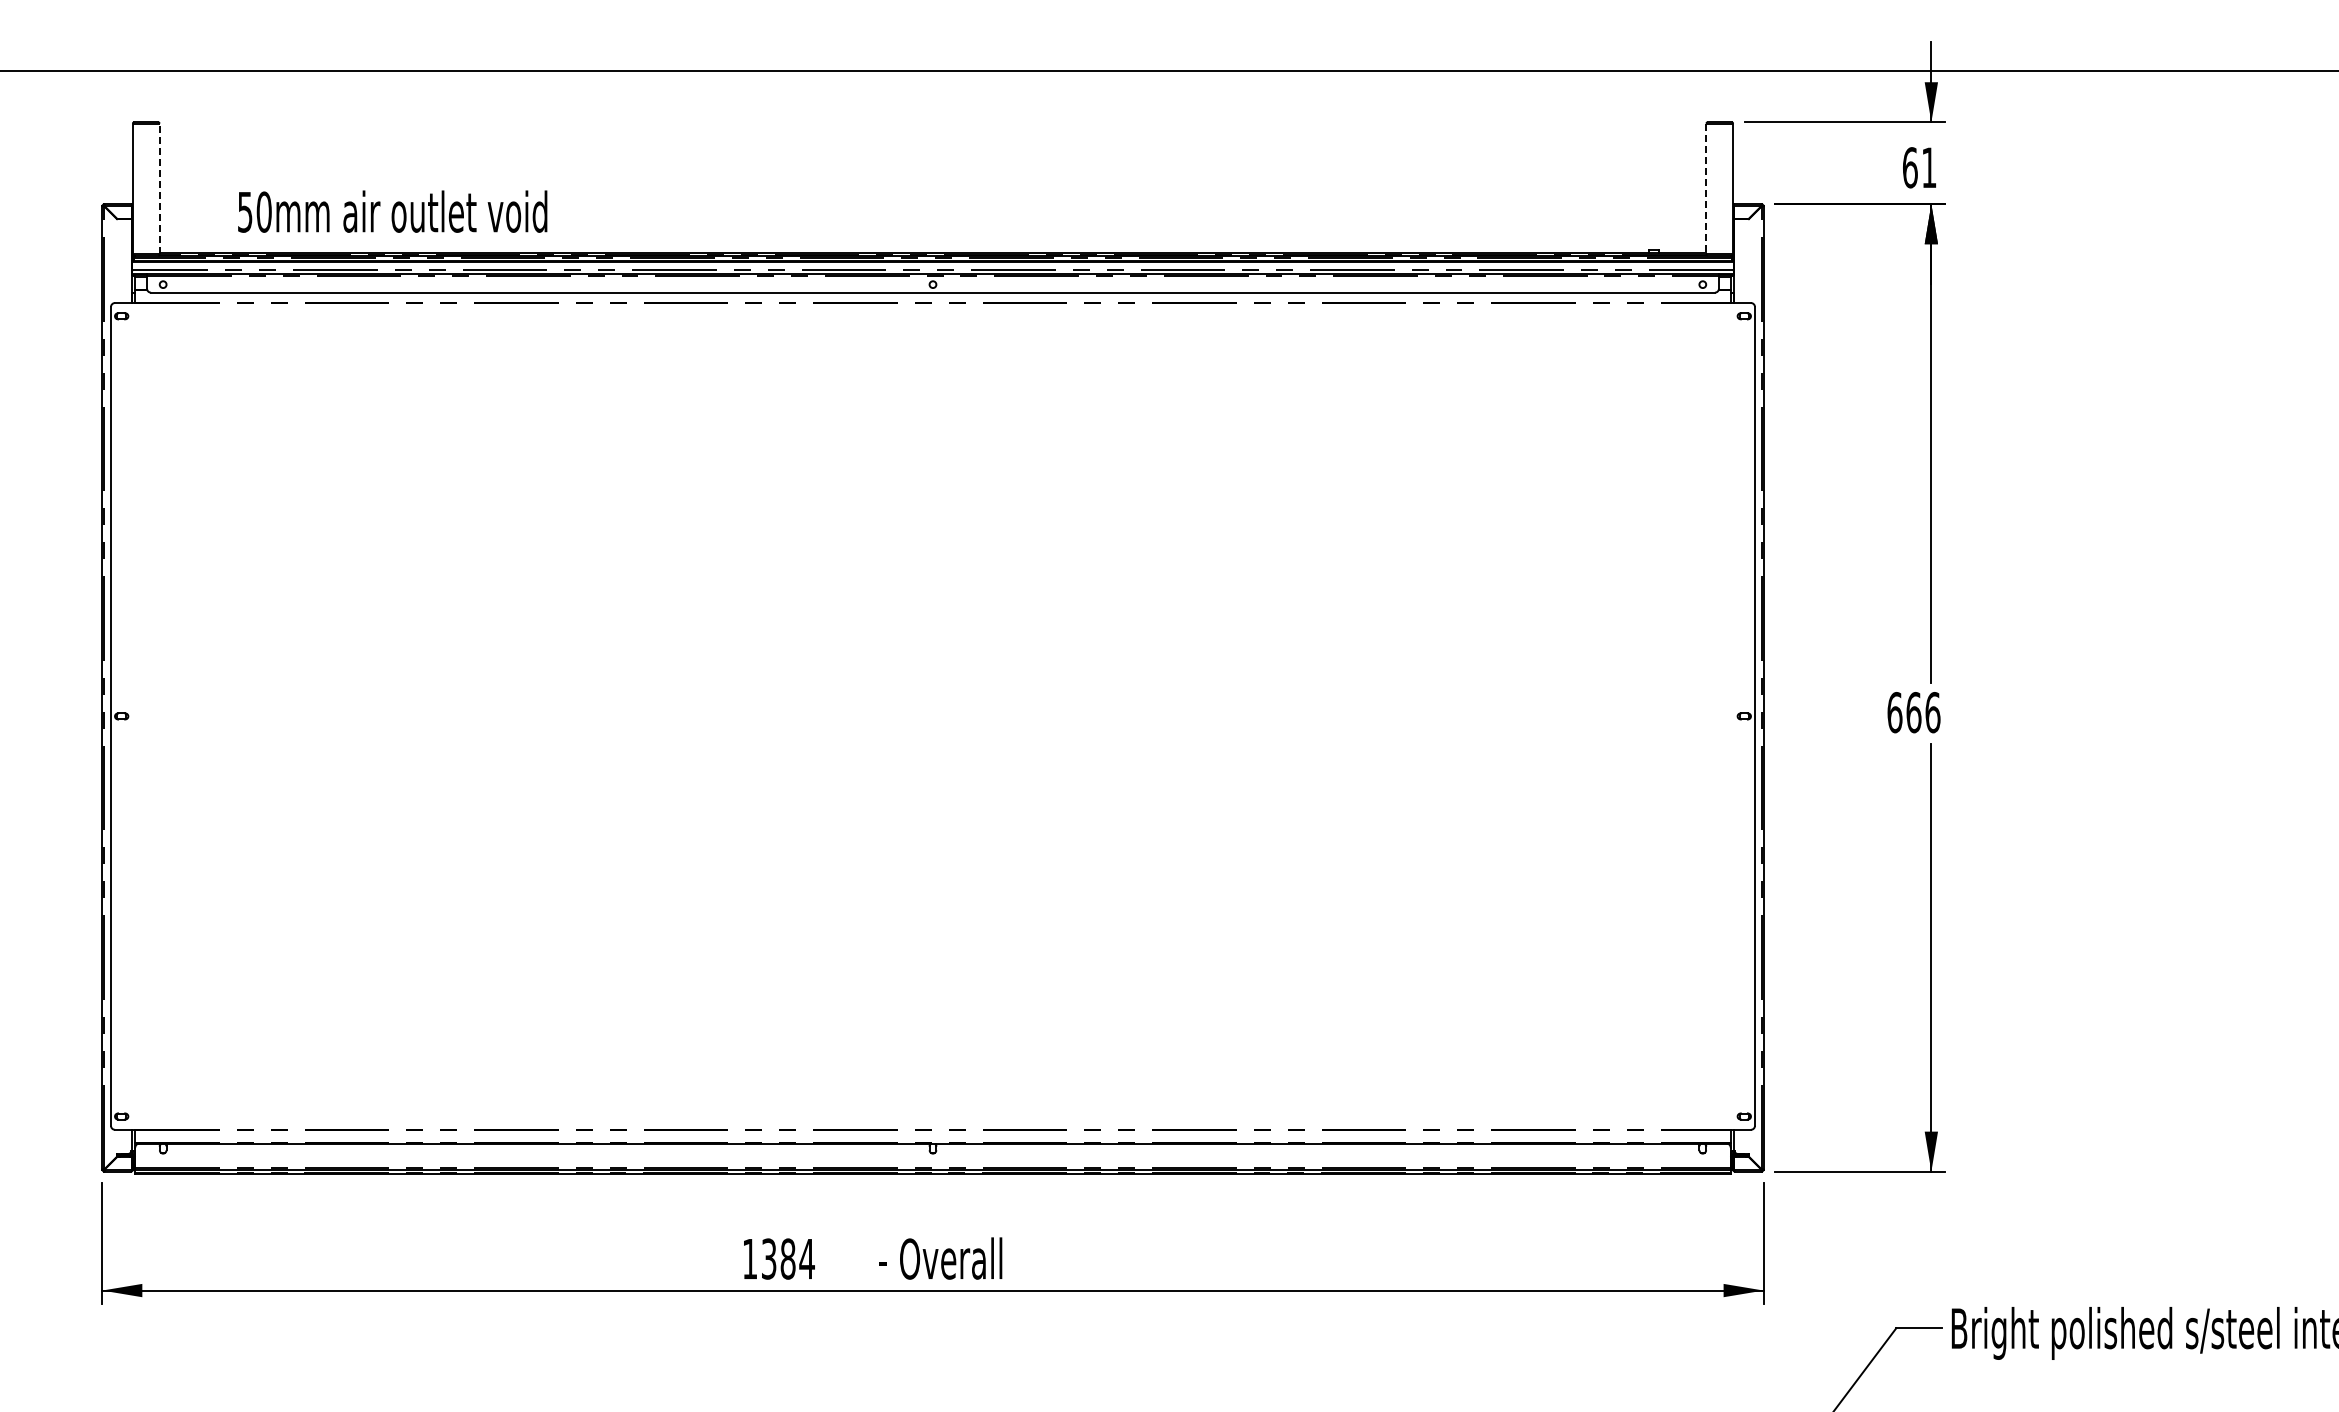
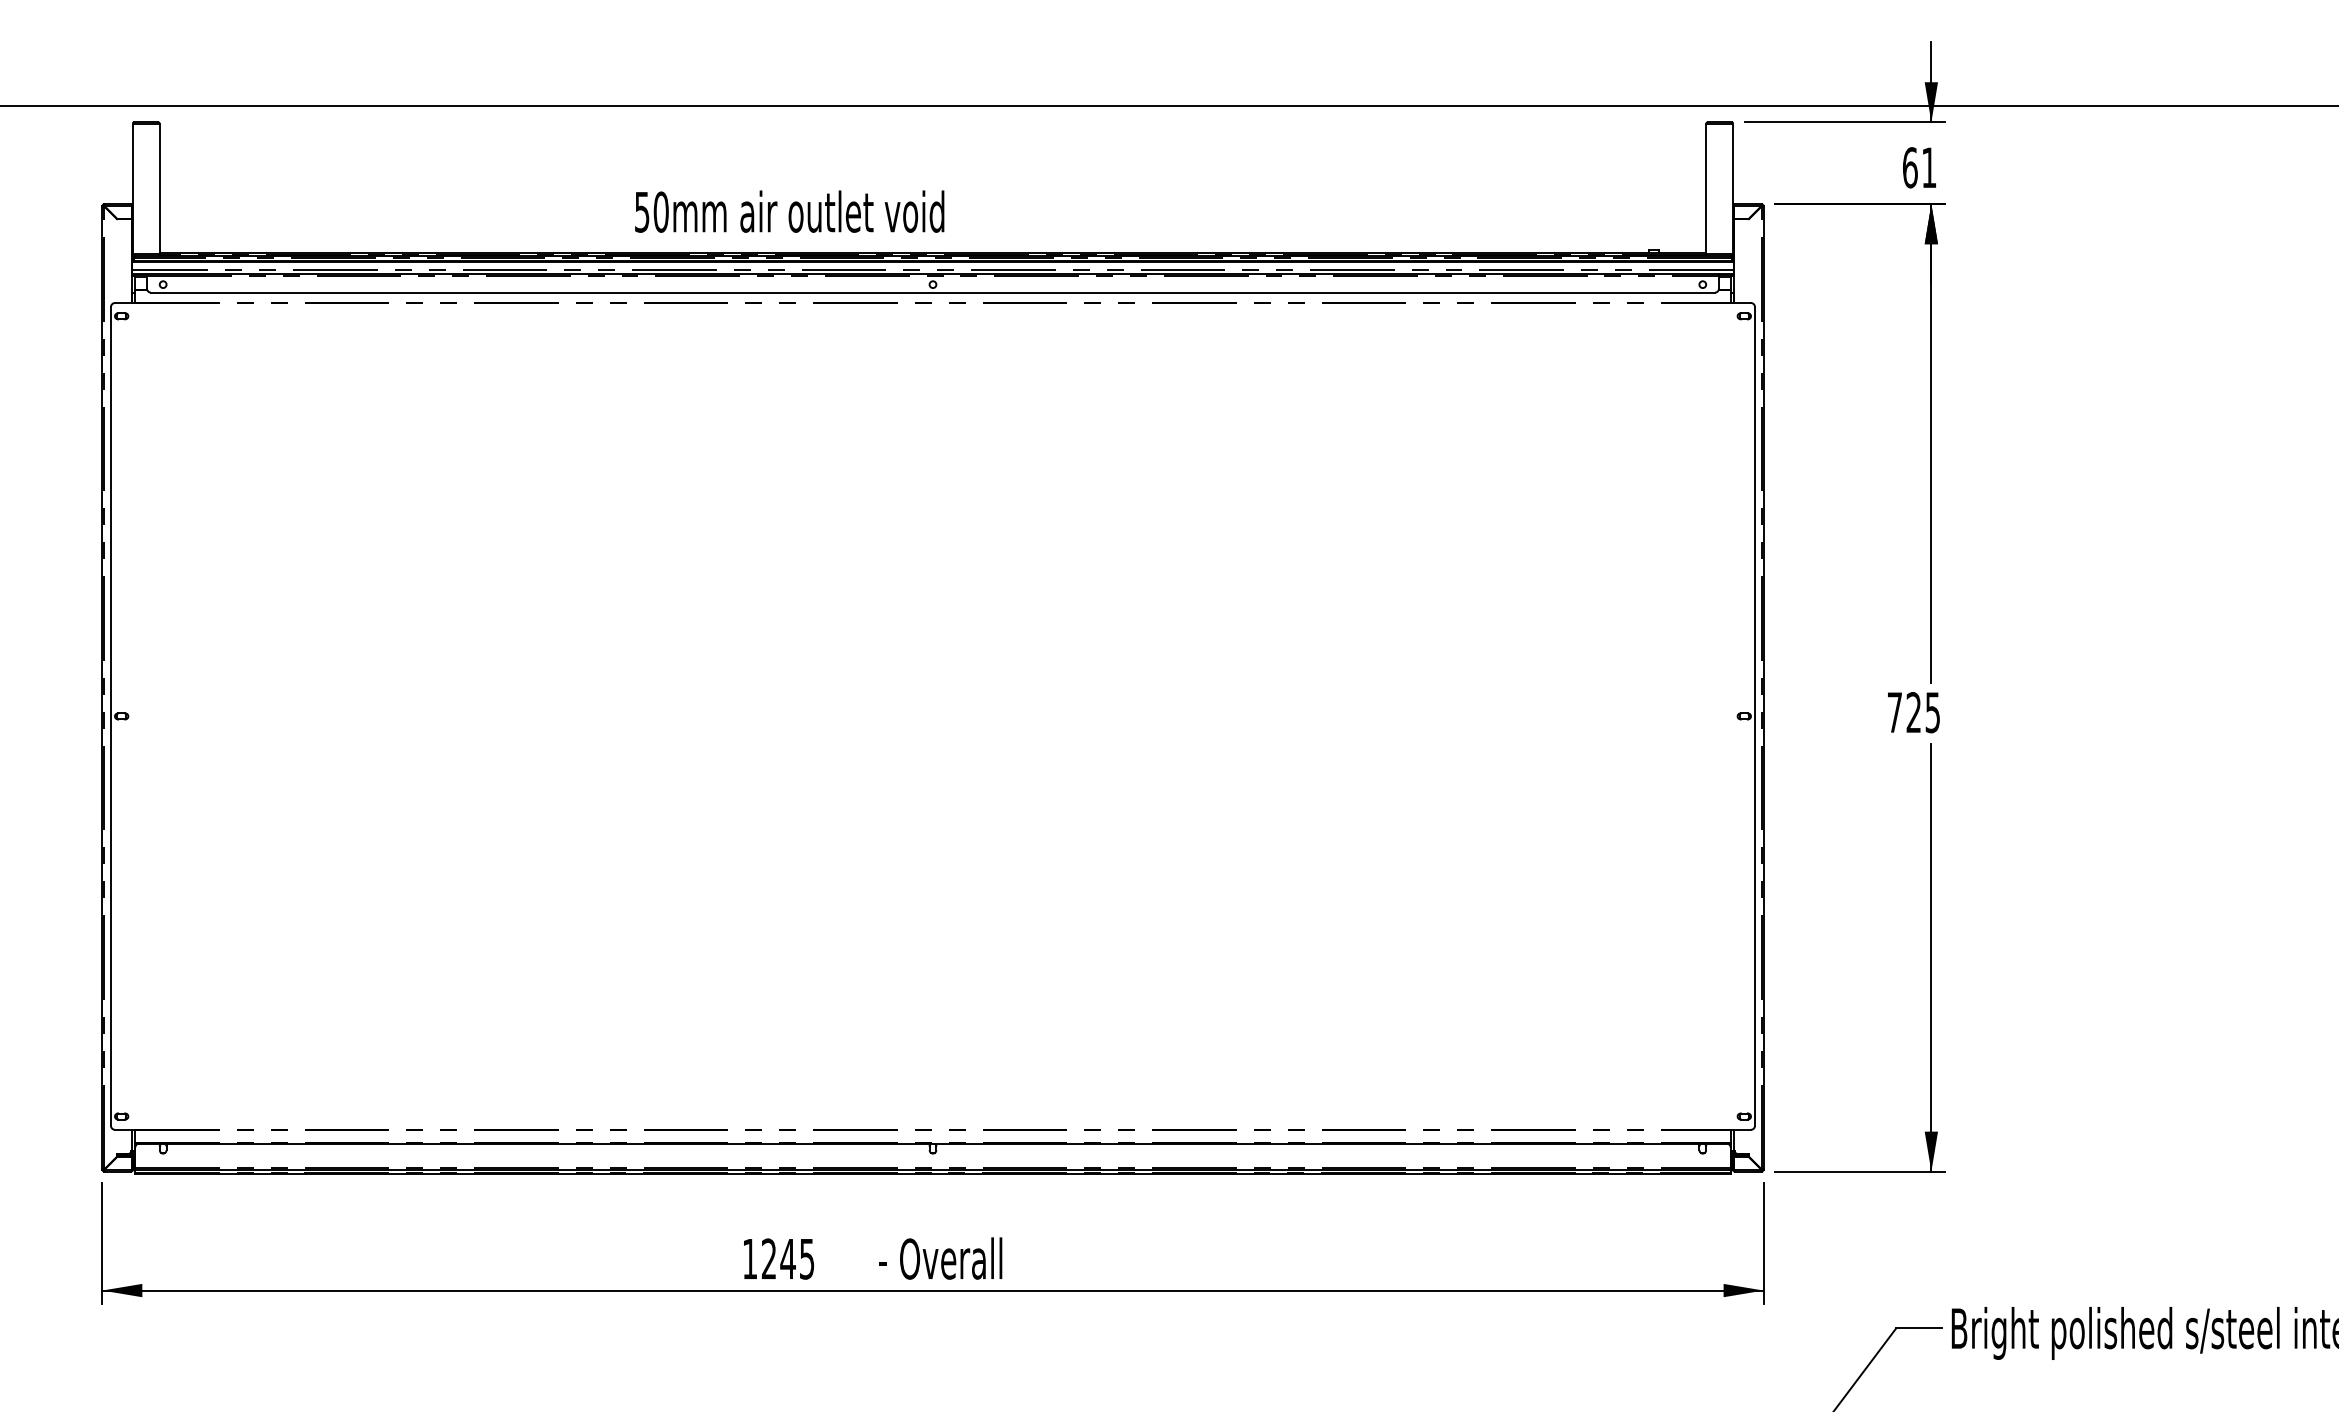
line at (1168, 71) position: (1168, 71) -> (1168, 106)
line at (159, 188): dashed -> solid
line at (1706, 189): dashed -> solid
text at (392, 211) position: (392, 211) -> (789, 211)
text at (1913, 712): 666 -> 725
text at (787, 1258): 1384 -> 1245
